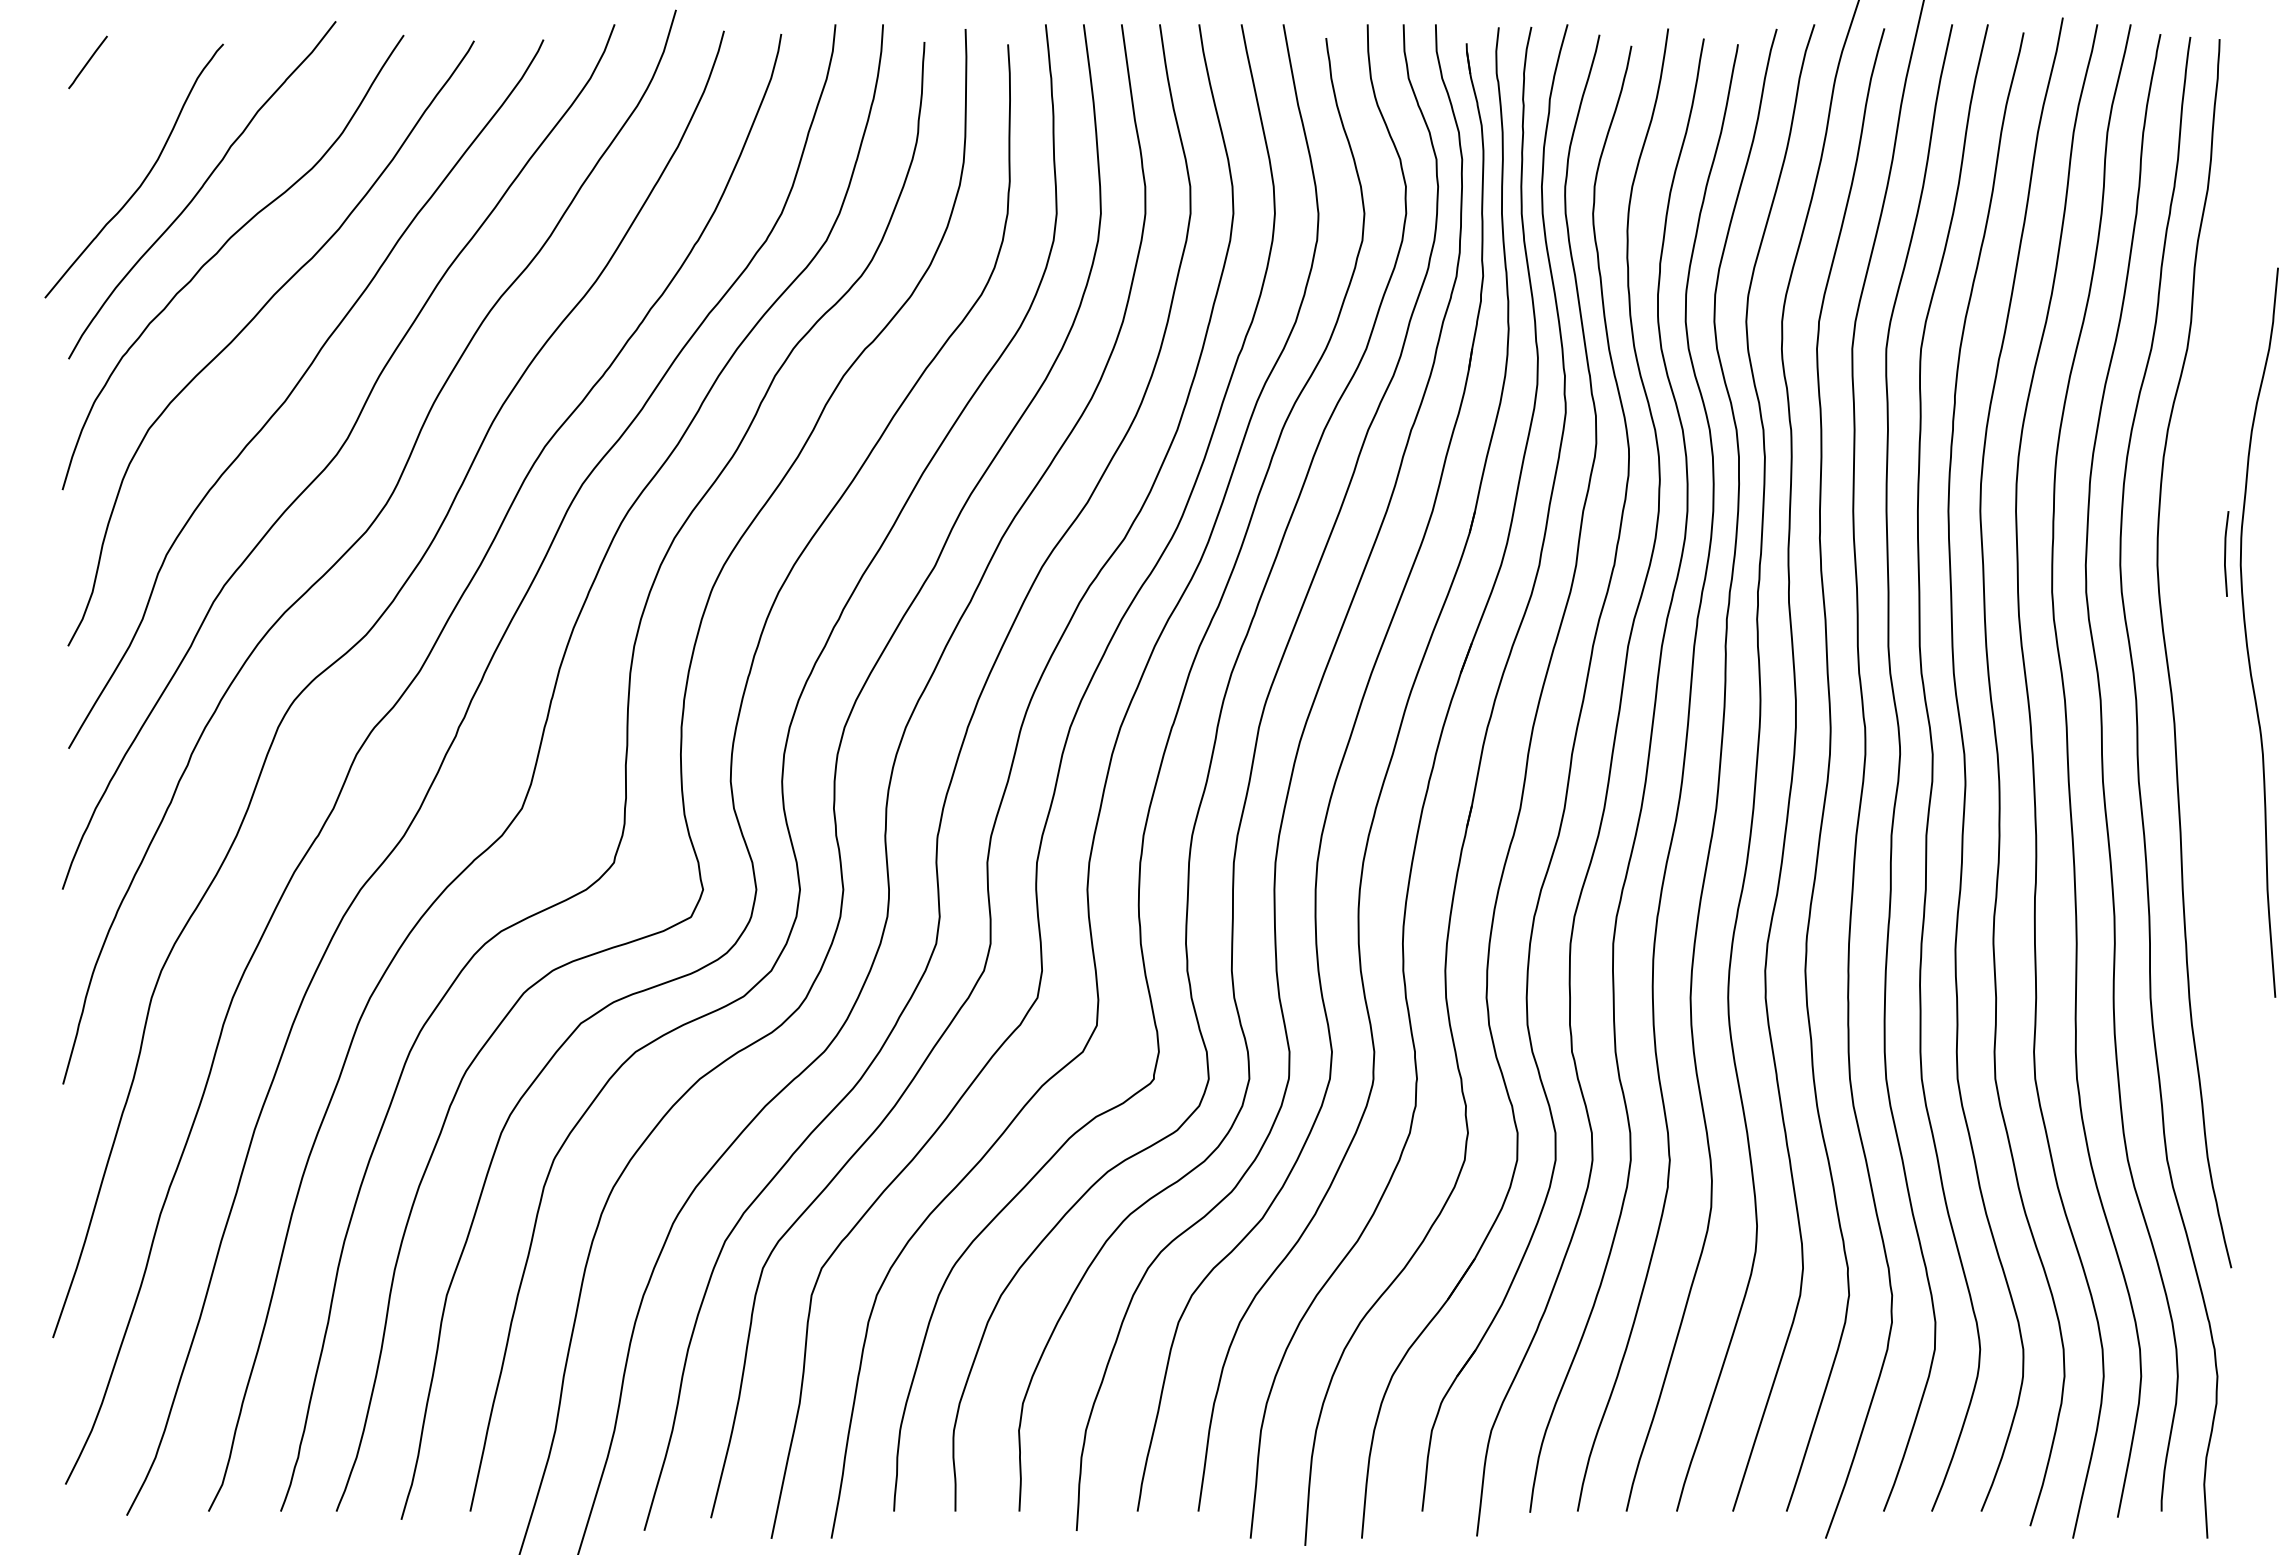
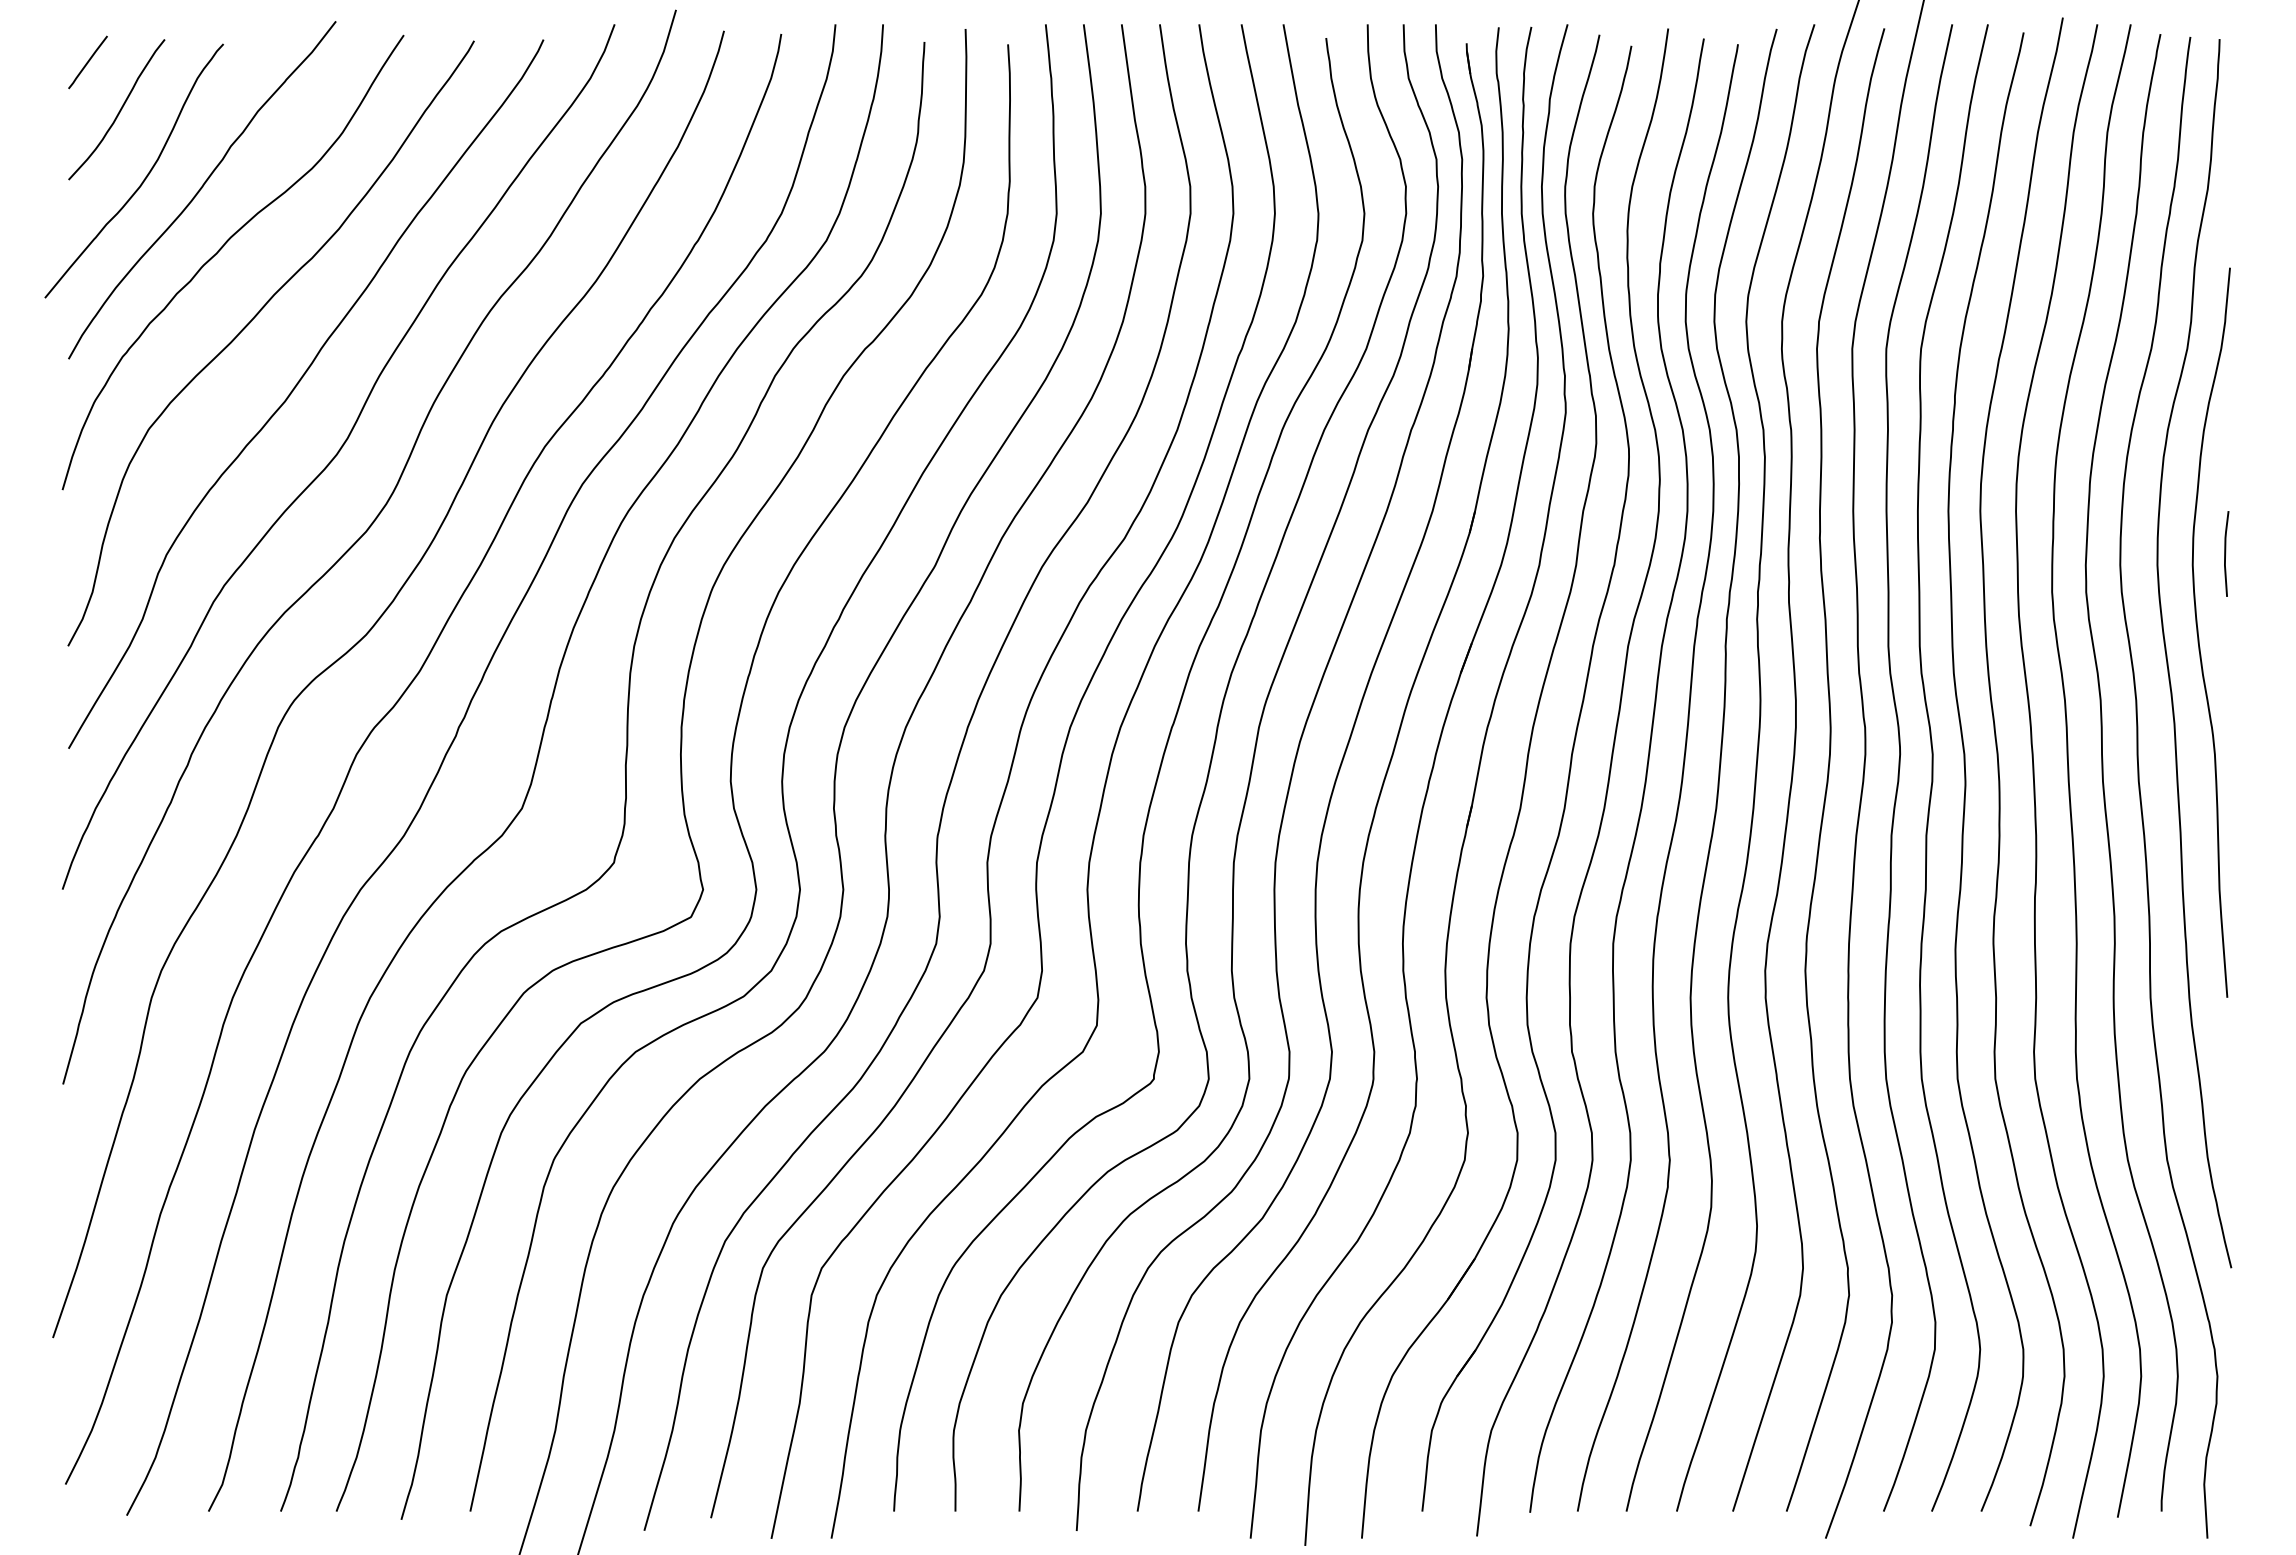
curve at (118, 111): none -> present
curve at (2246, 632) position: (2246, 632) -> (2198, 632)
